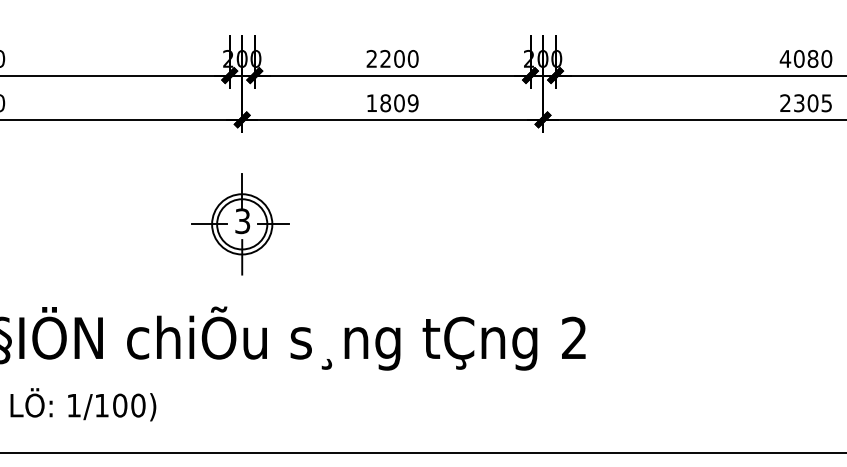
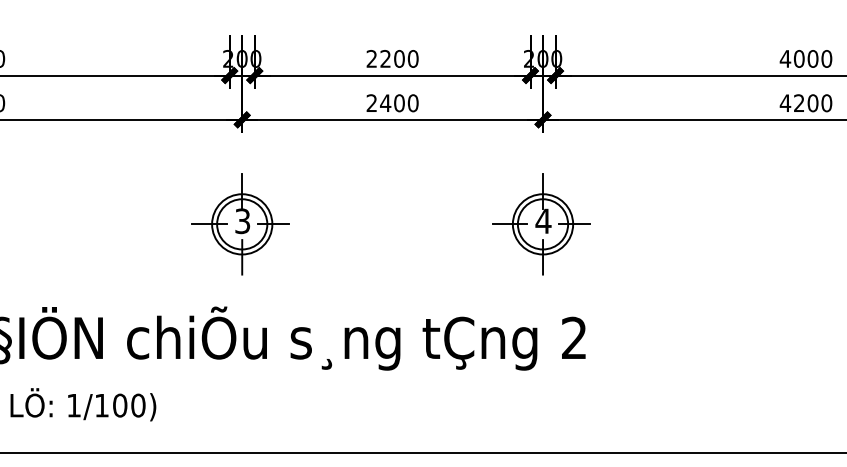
text at (812, 58): 4080 -> 4000
text at (392, 103): 1809 -> 2400
text at (805, 103): 2305 -> 4200
part at (541, 224): none -> present
